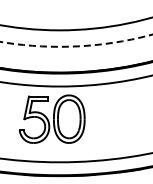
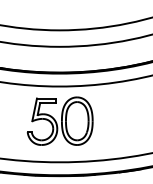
arc at (76, 46): dashed -> solid
part at (51, 118) position: (51, 118) -> (59, 120)
